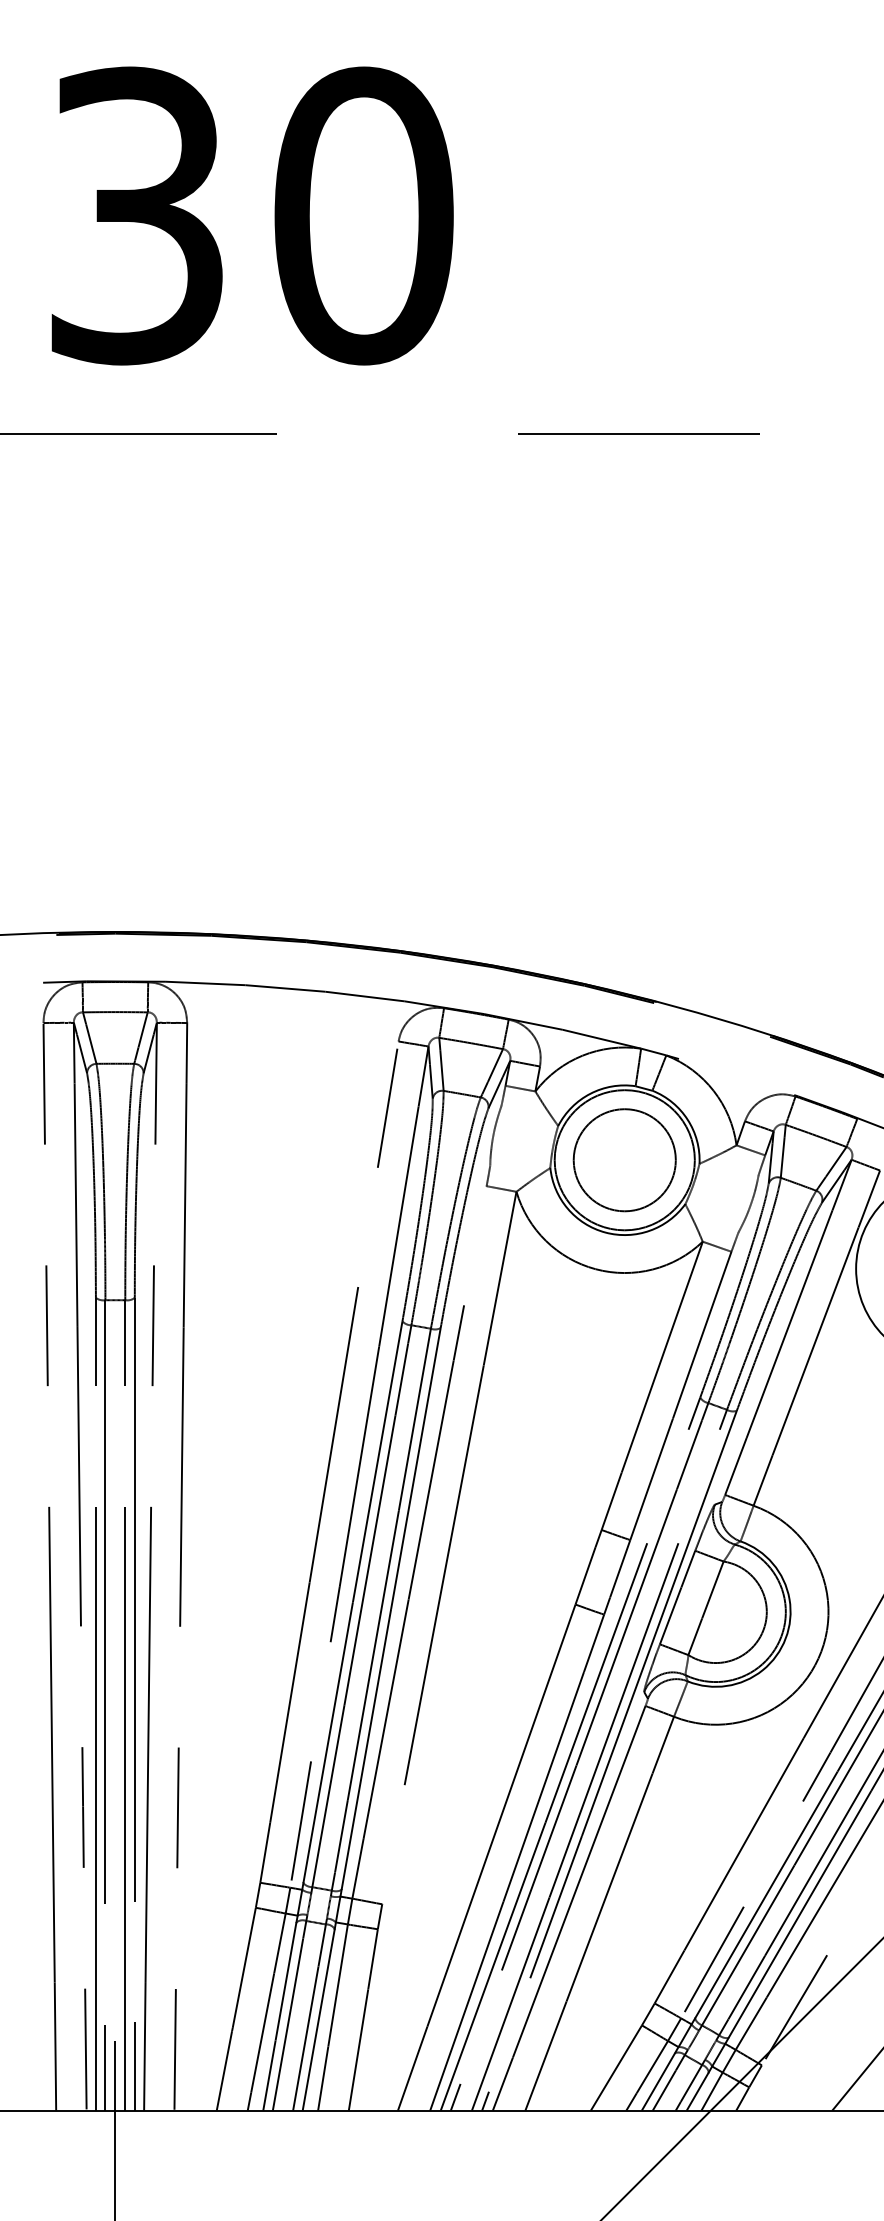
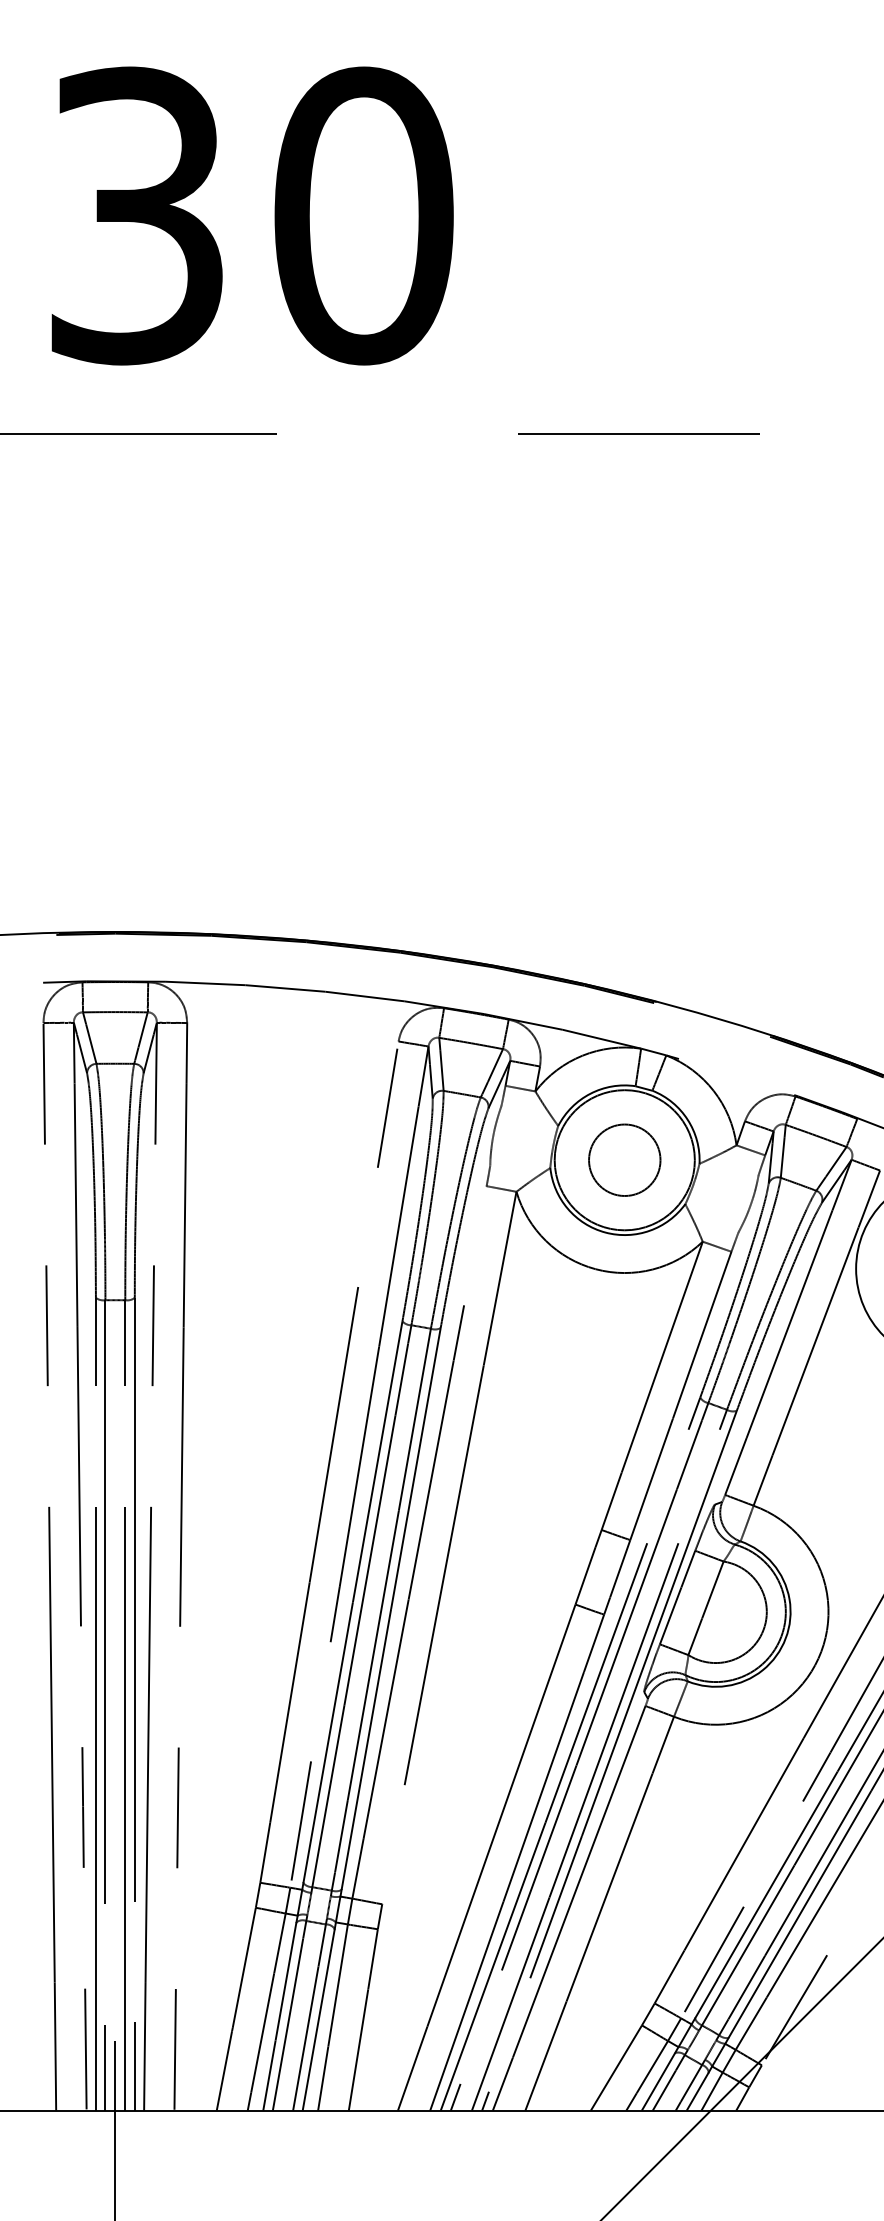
circle at (624, 1160) diameter: 102 px -> 71 px
line at (856, 2080): present -> none
